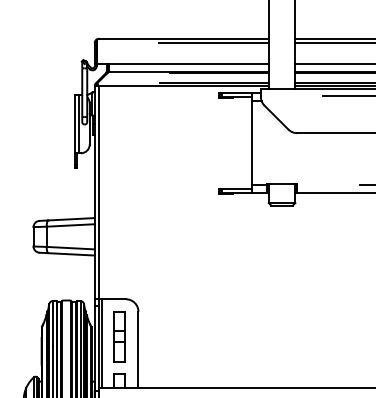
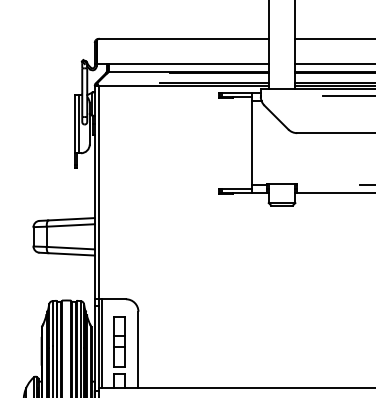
line at (213, 42): present -> none
line at (333, 42): present -> none
part at (119, 336) position: (119, 336) -> (119, 341)
